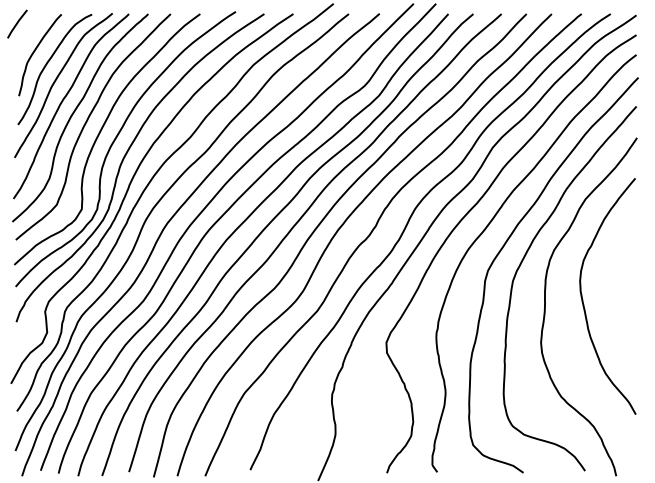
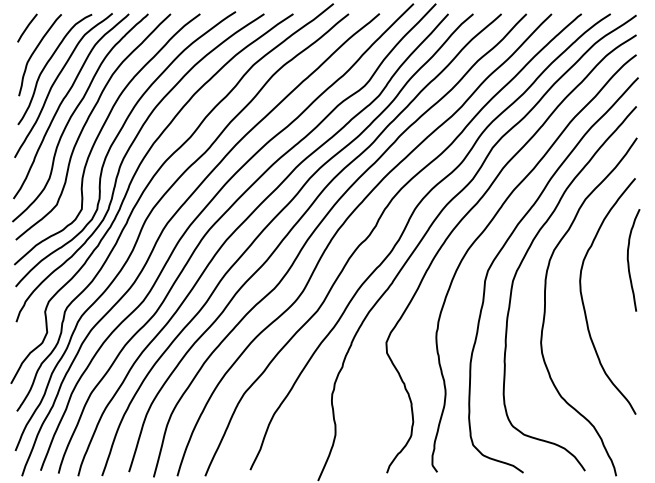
line at (17, 23) position: (17, 23) -> (27, 27)
curve at (629, 262): none -> present
